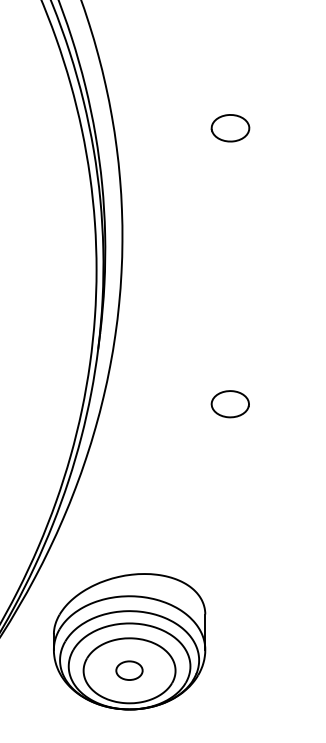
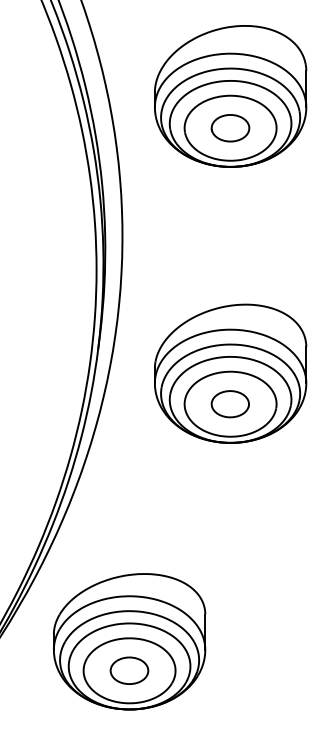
part at (230, 96): none -> present
part at (230, 373): none -> present
part at (129, 670) size: 29x21 px -> 41x29 px
